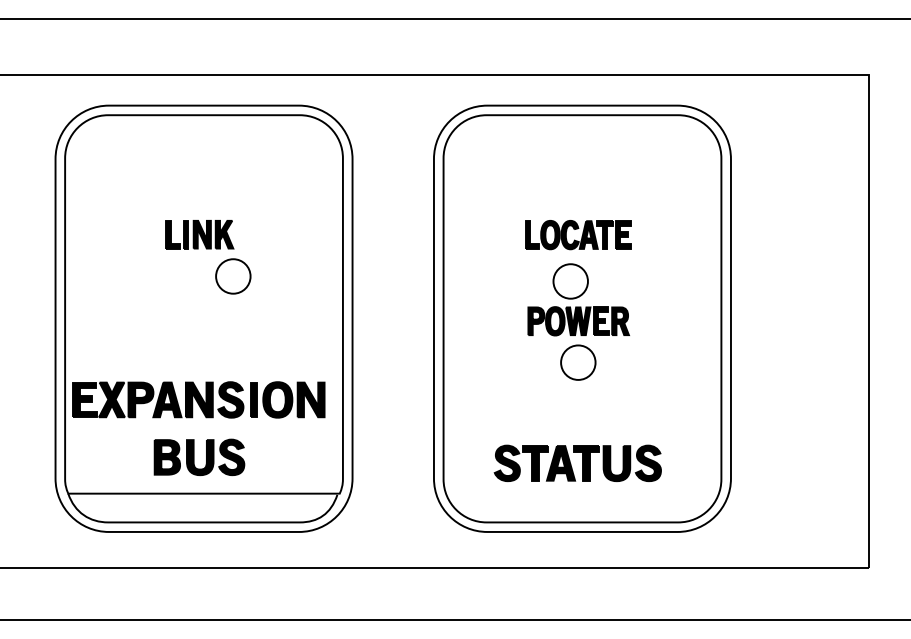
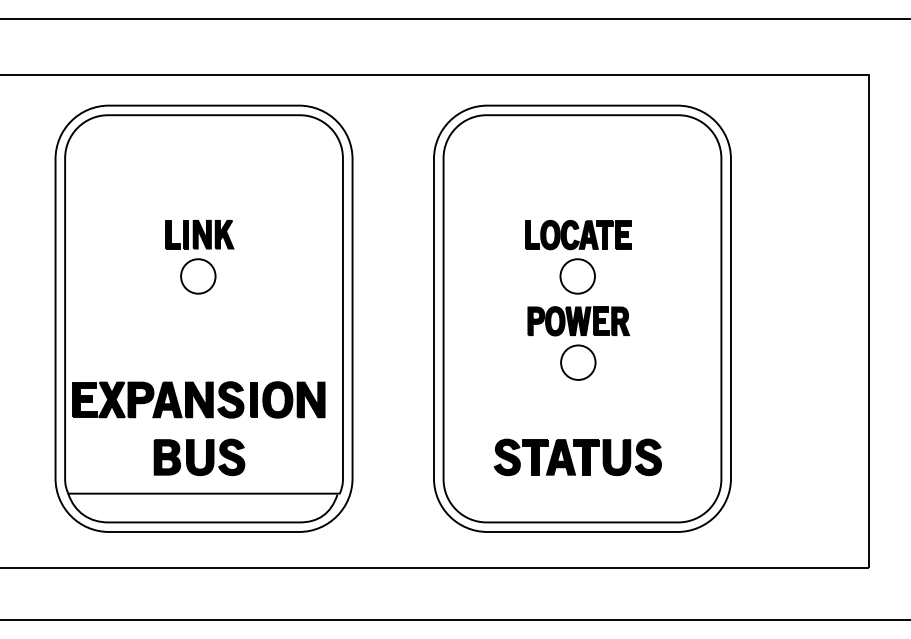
part at (233, 276) position: (233, 276) -> (198, 276)
part at (570, 281) position: (570, 281) -> (577, 276)
part at (577, 462) position: (577, 462) -> (577, 456)
